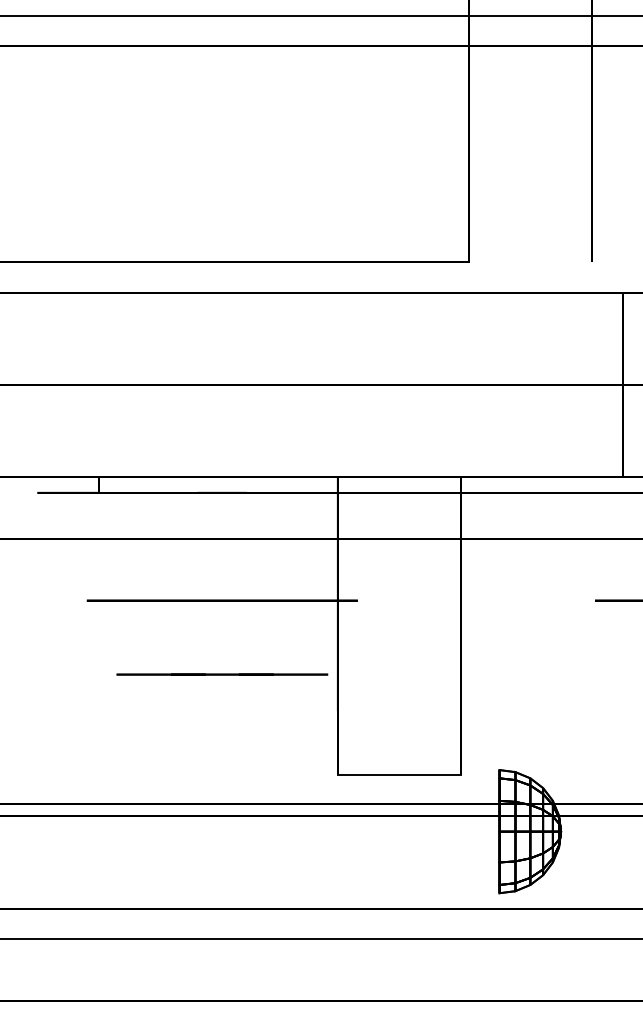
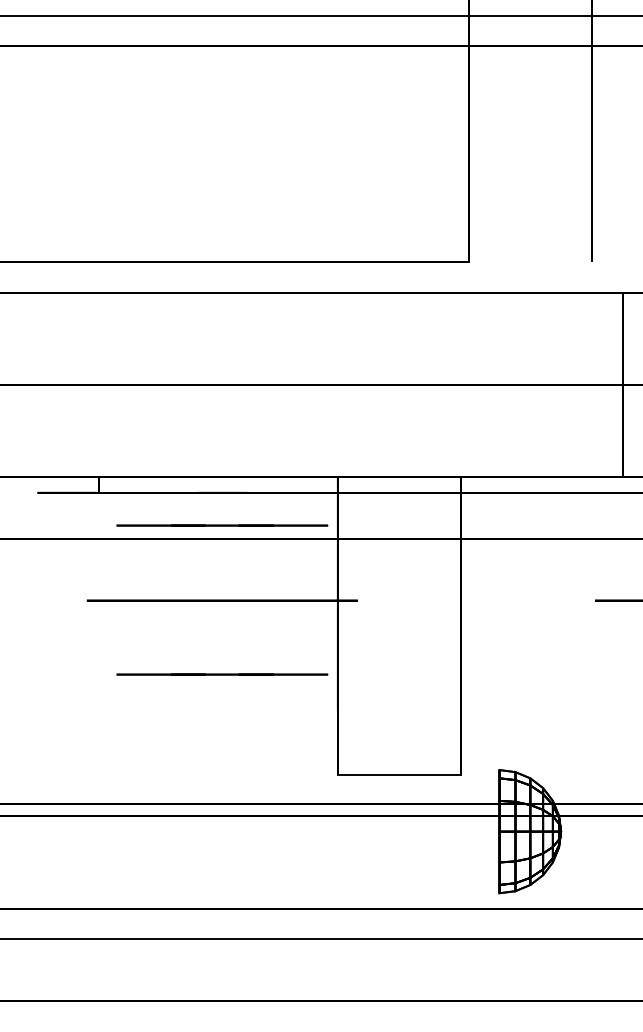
line at (222, 525): none -> present
